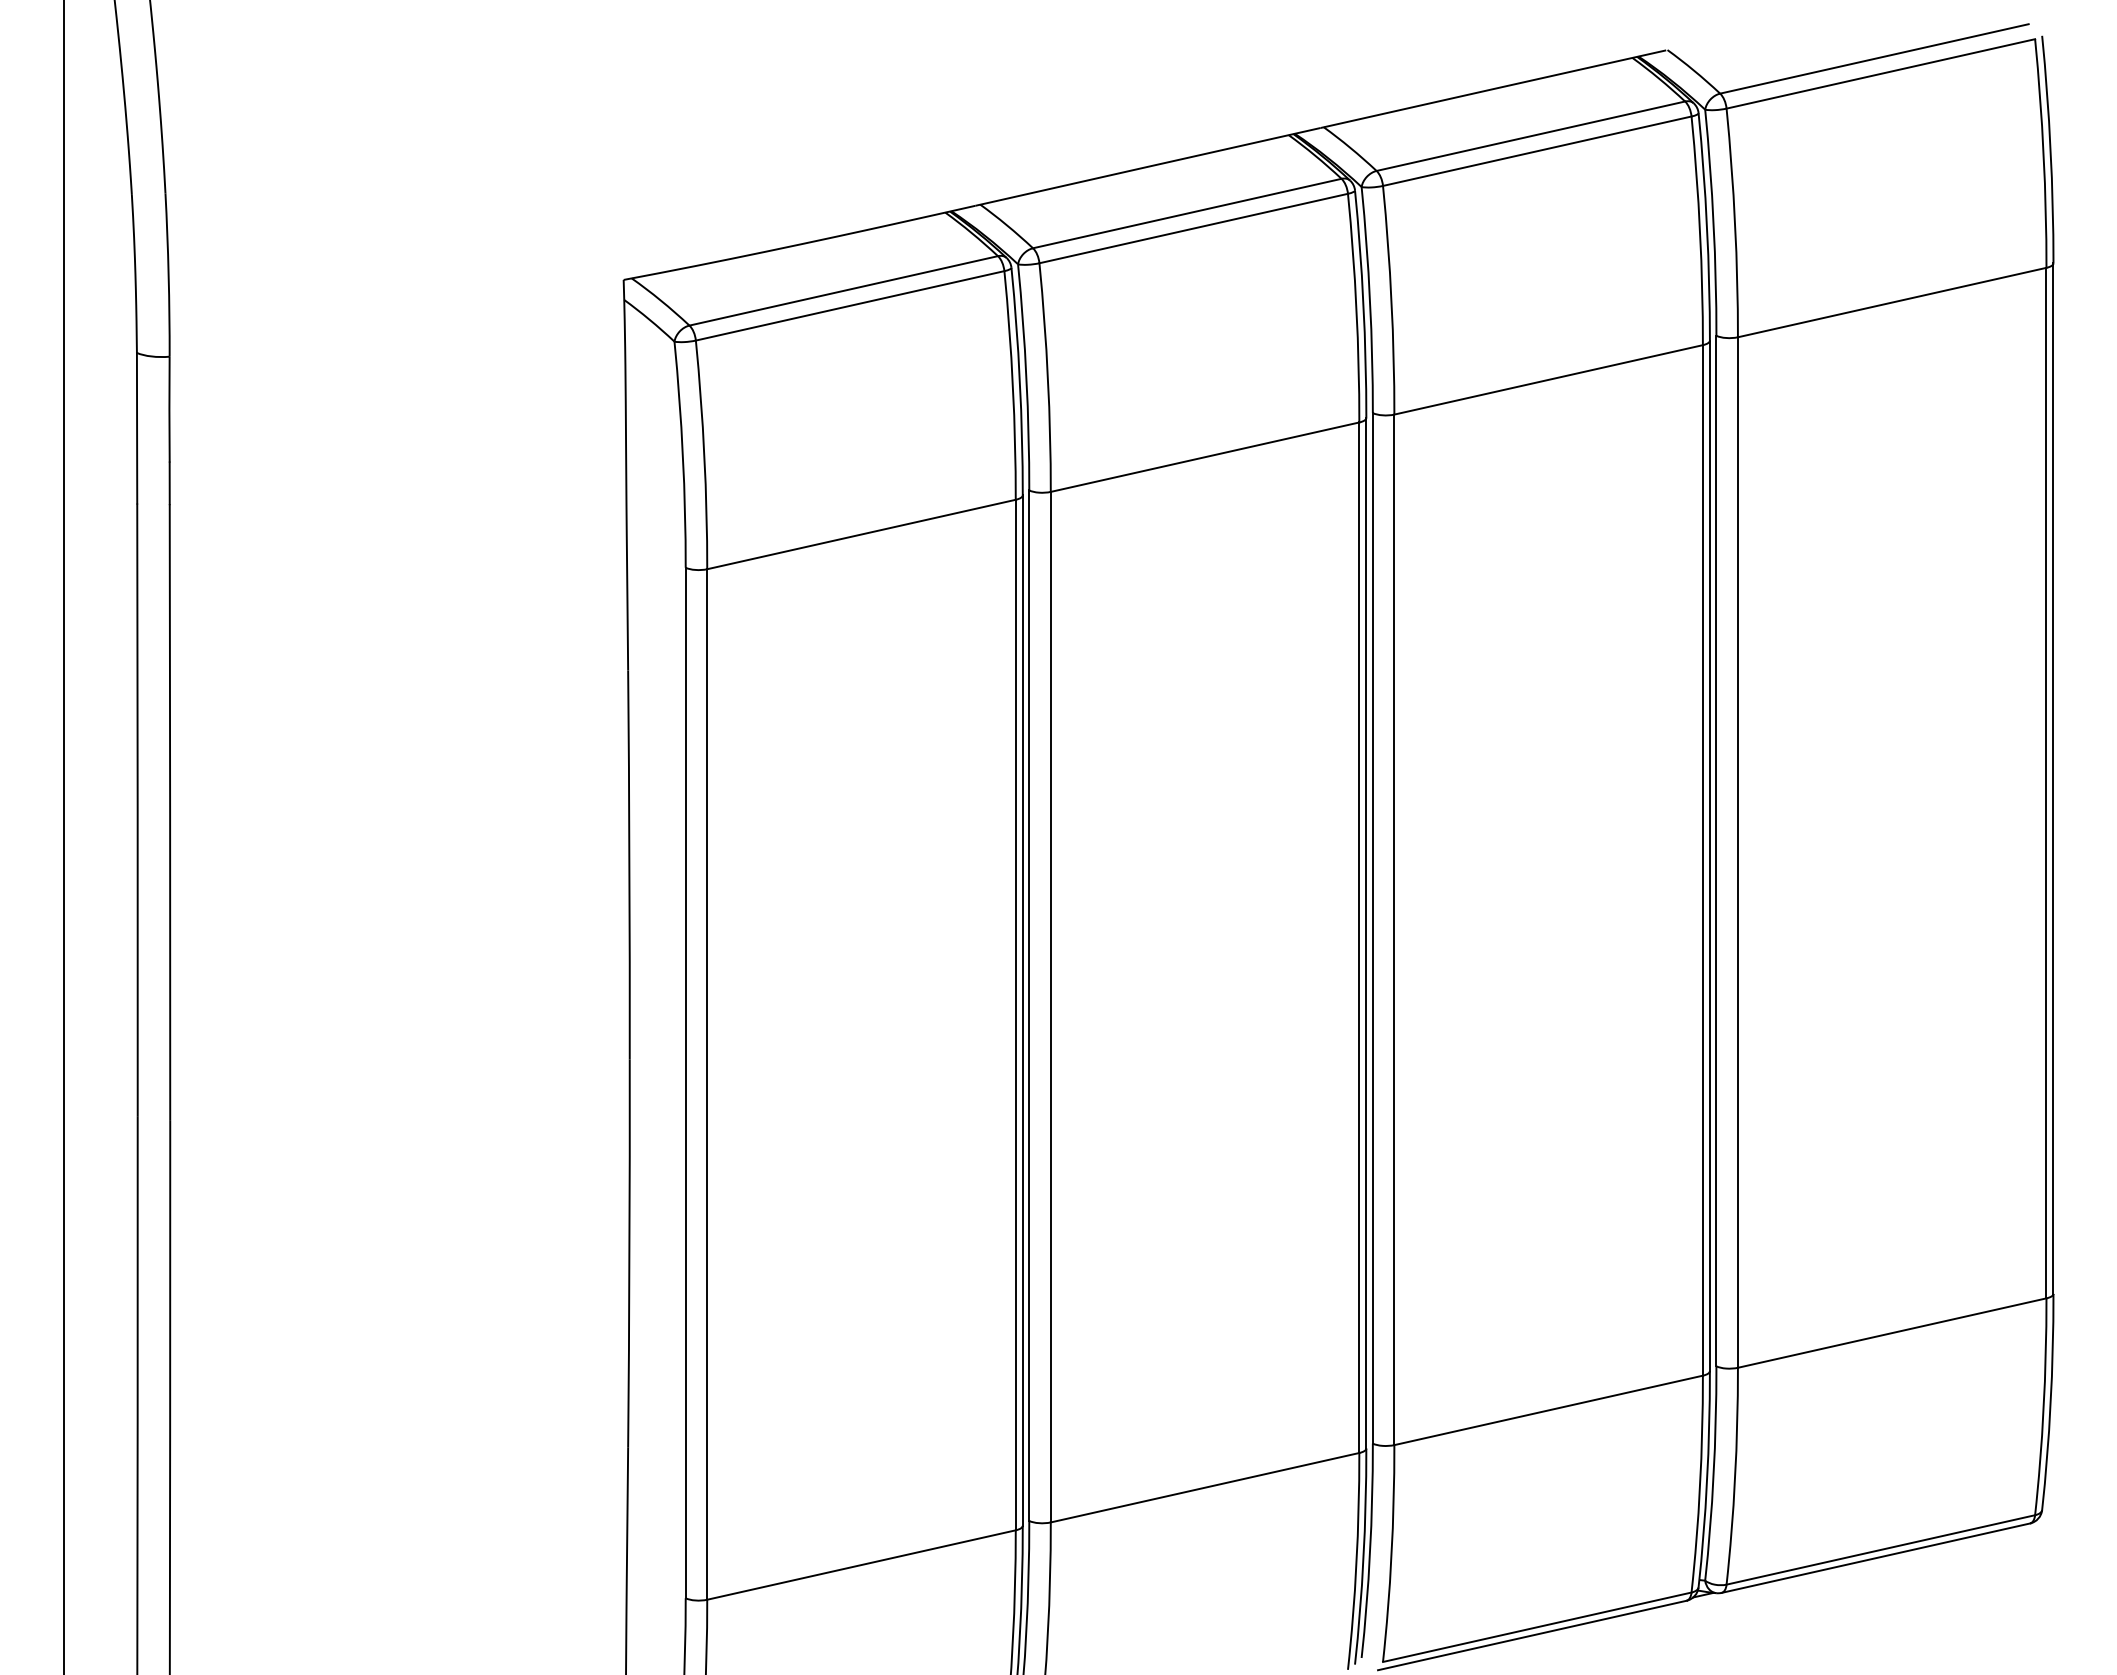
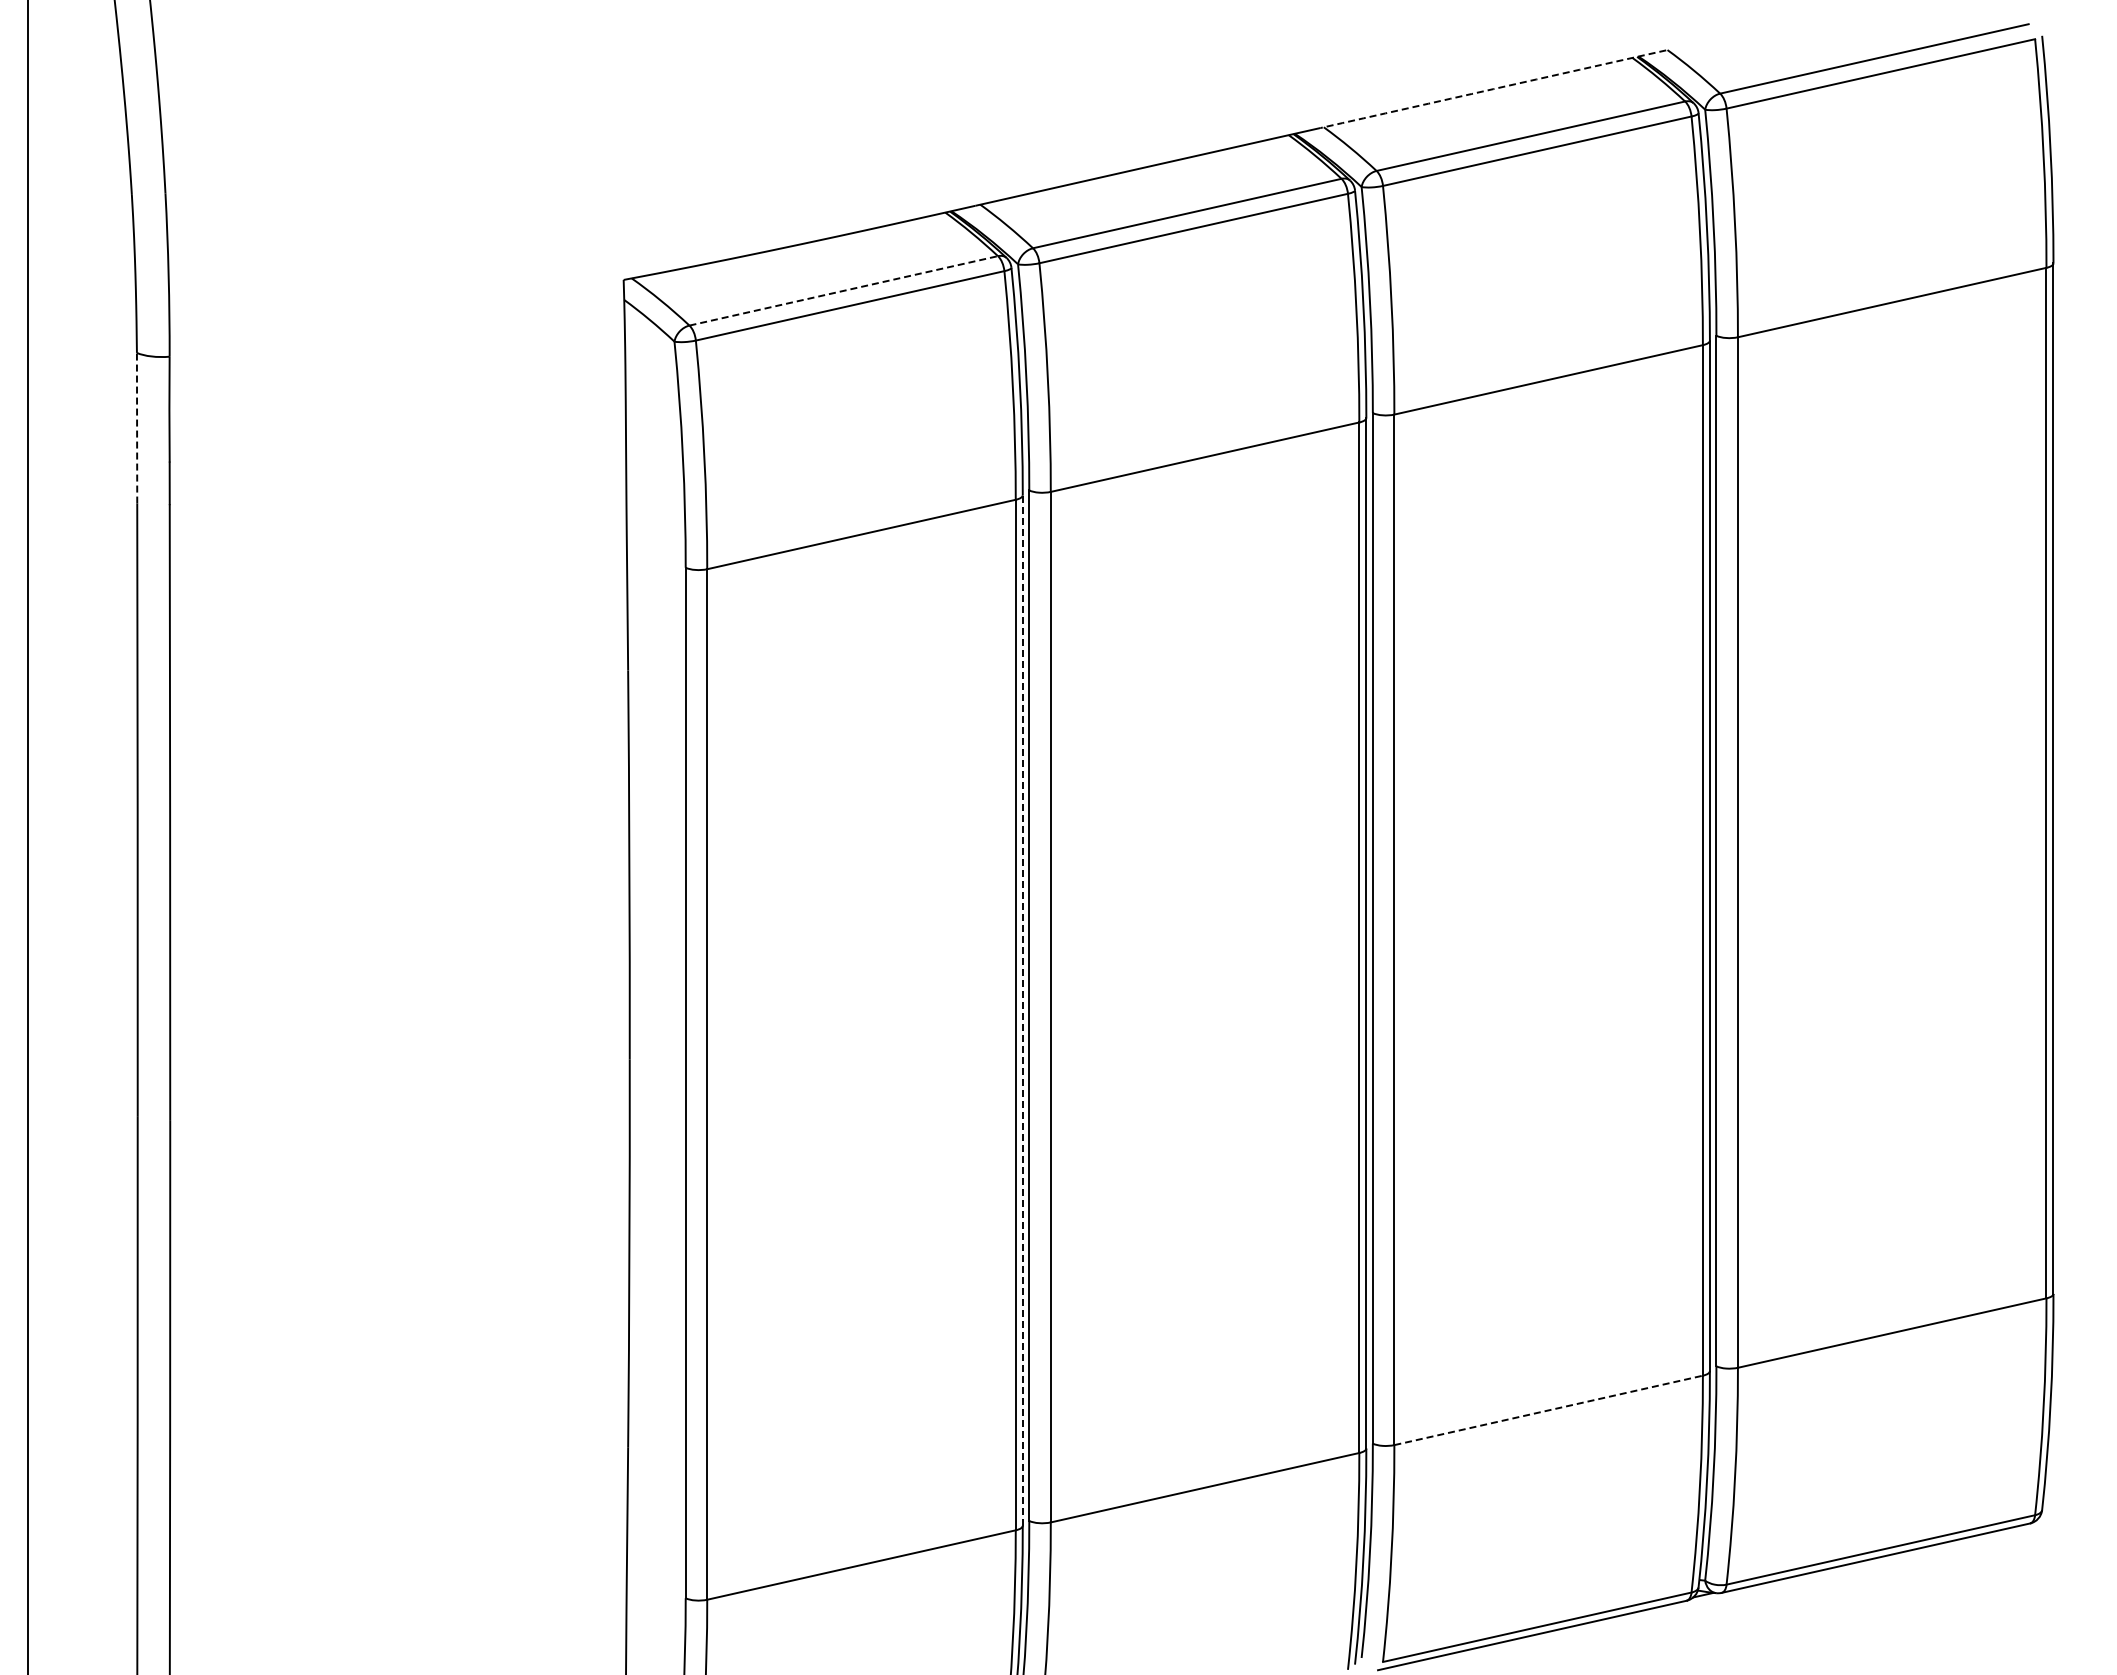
arc at (1493, 89): solid -> dashed
line at (844, 290): solid -> dashed
line at (137, 427): solid -> dashed
line at (63, 836) position: (63, 836) -> (27, 836)
line at (1022, 1010): solid -> dashed
line at (1549, 1410): solid -> dashed
